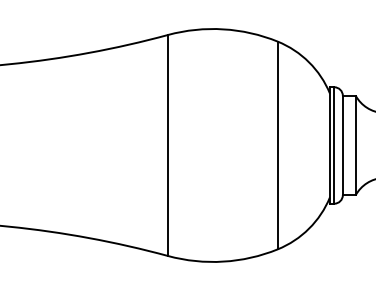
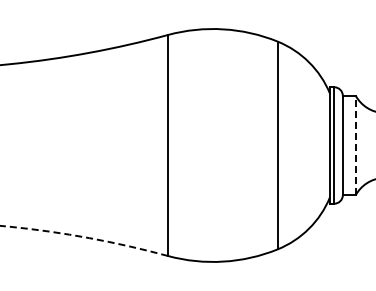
line at (355, 145): solid -> dashed
arc at (84, 237): solid -> dashed
